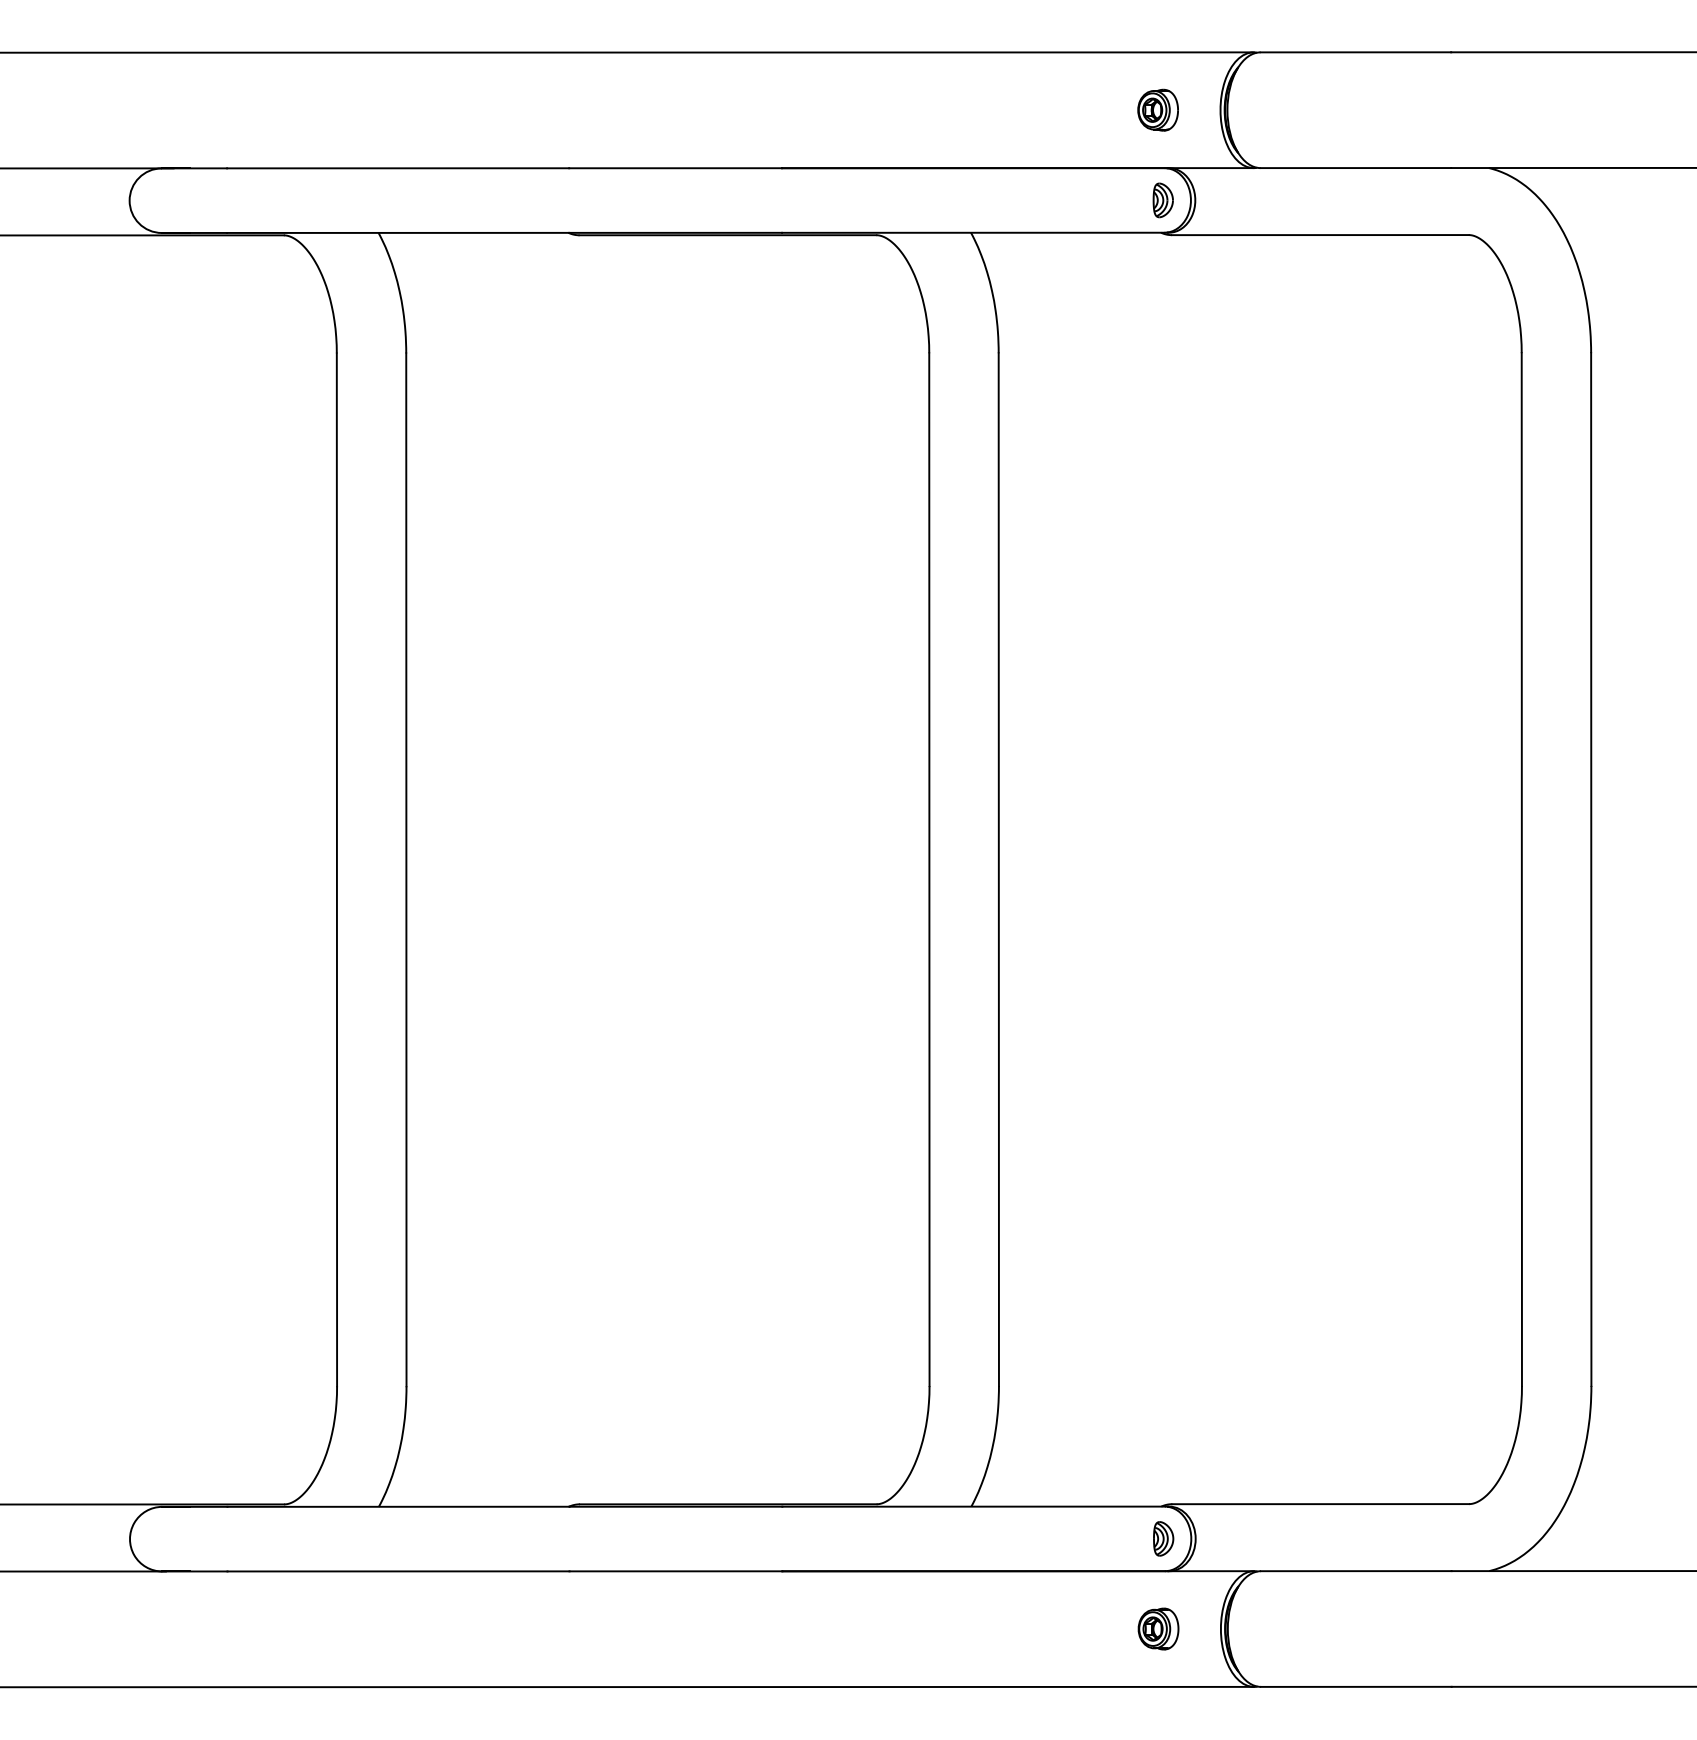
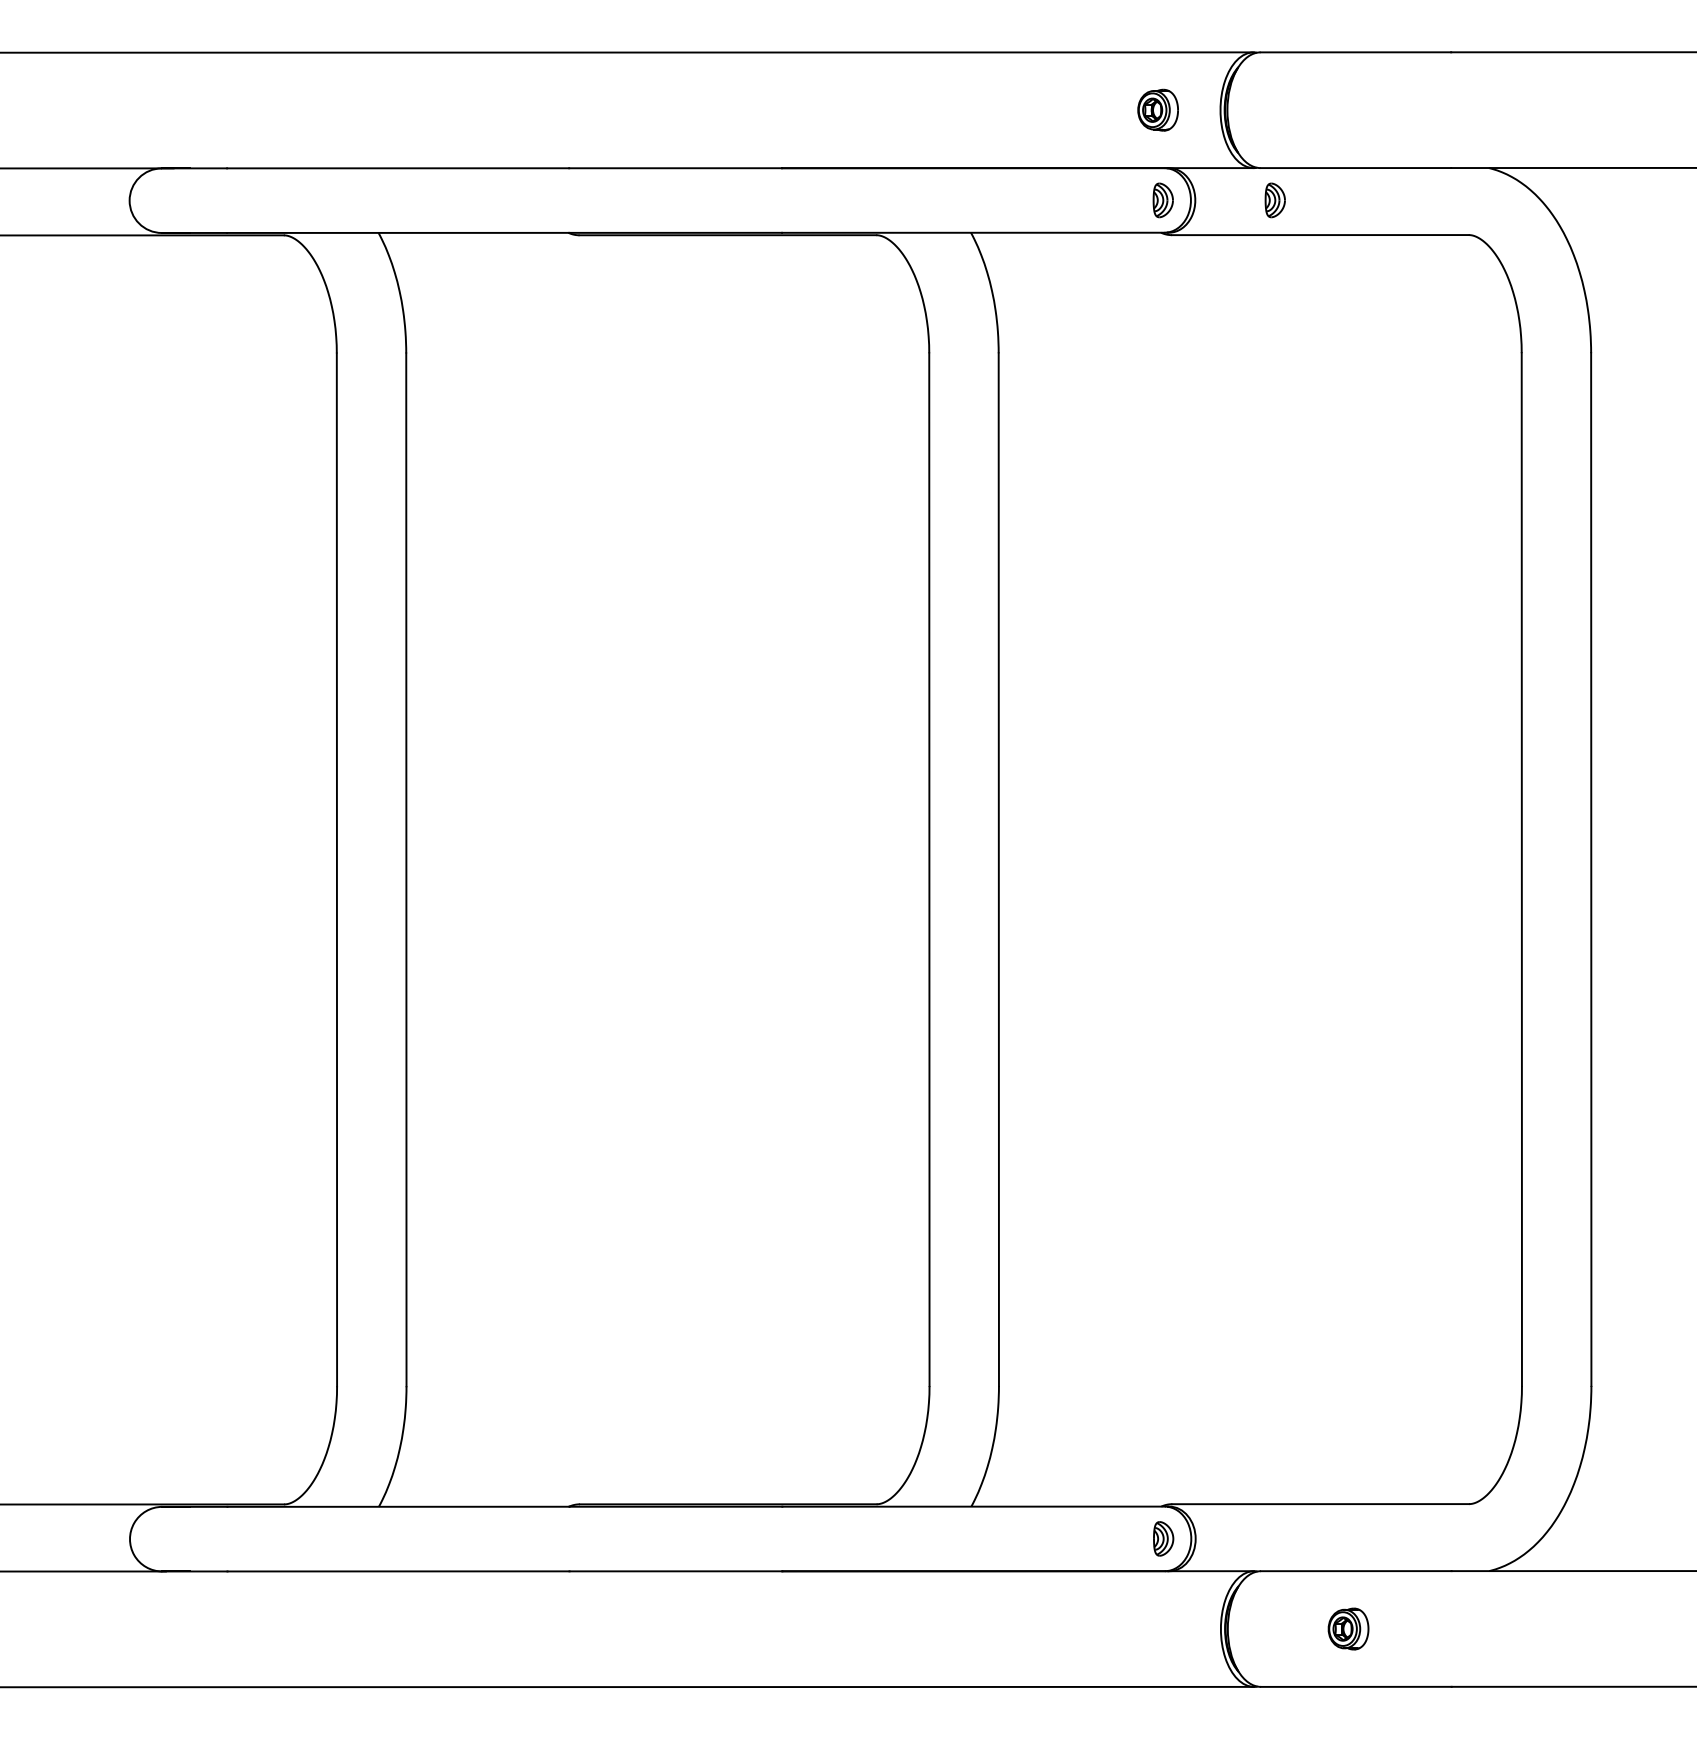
part at (1274, 200): none -> present
part at (1158, 1628) position: (1158, 1628) -> (1348, 1628)
